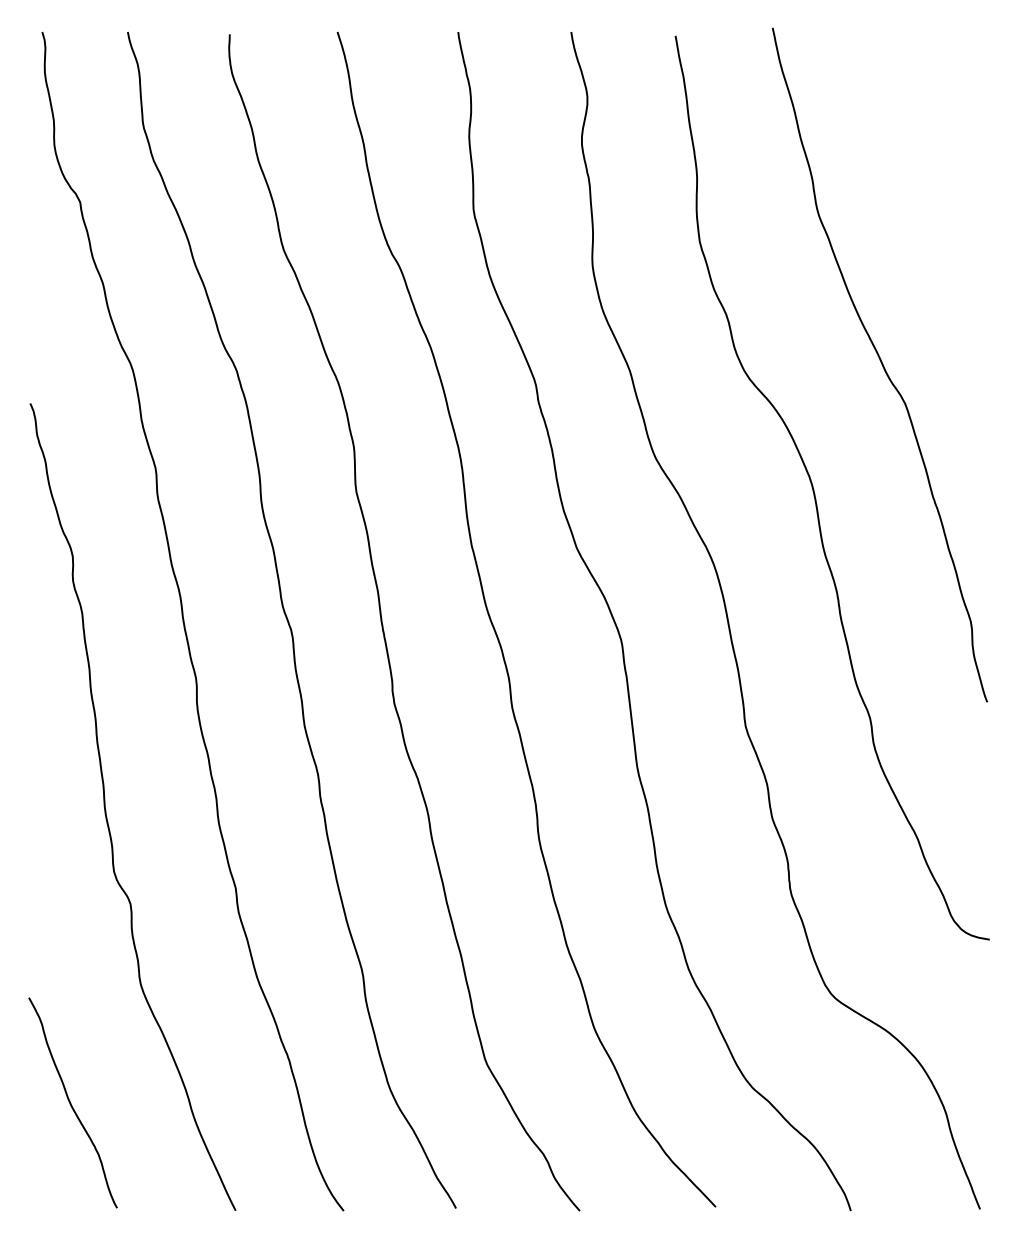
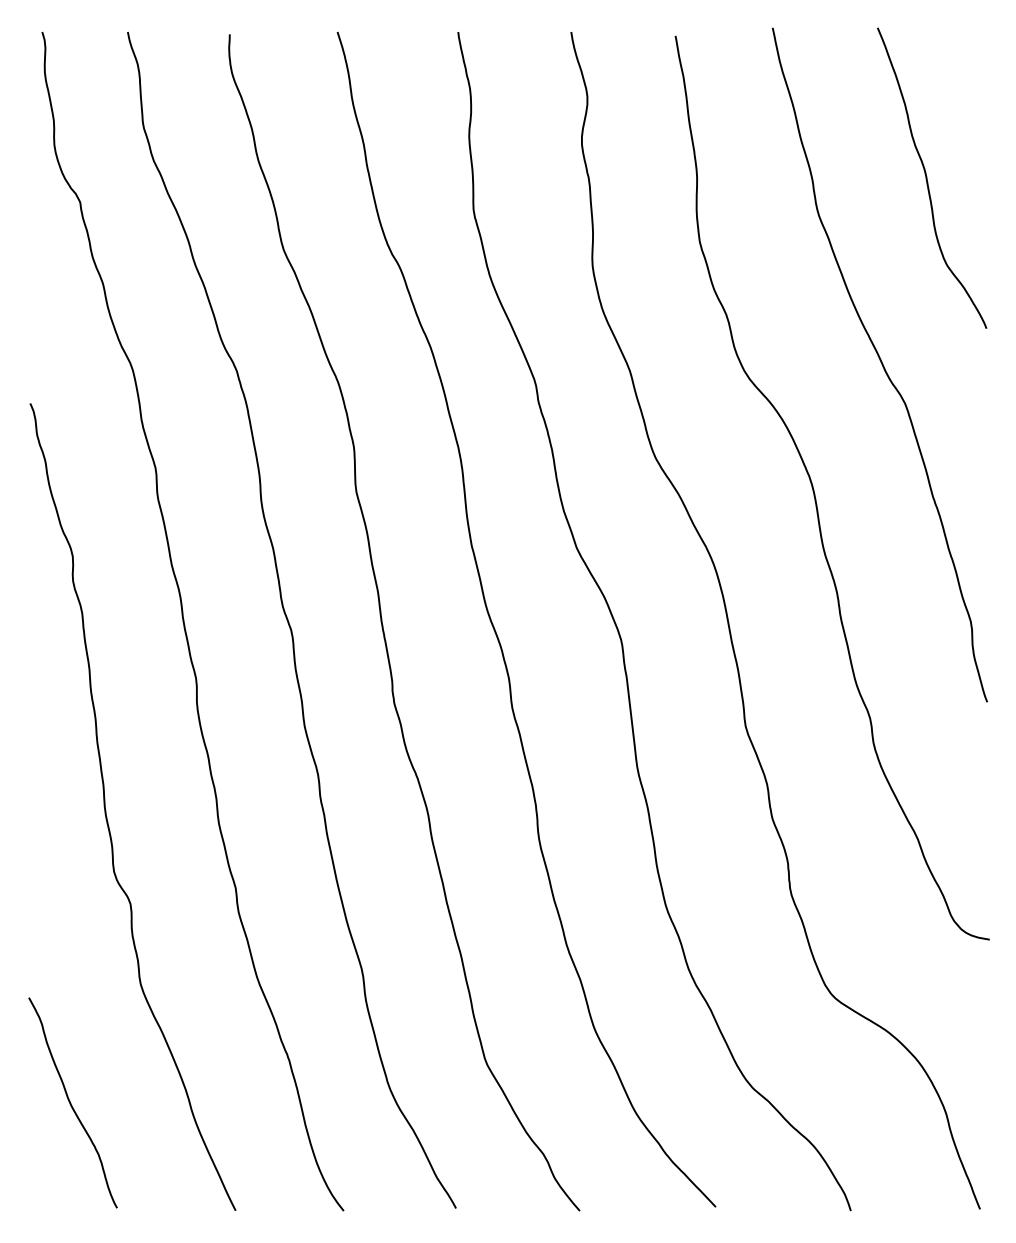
curve at (927, 177): none -> present
